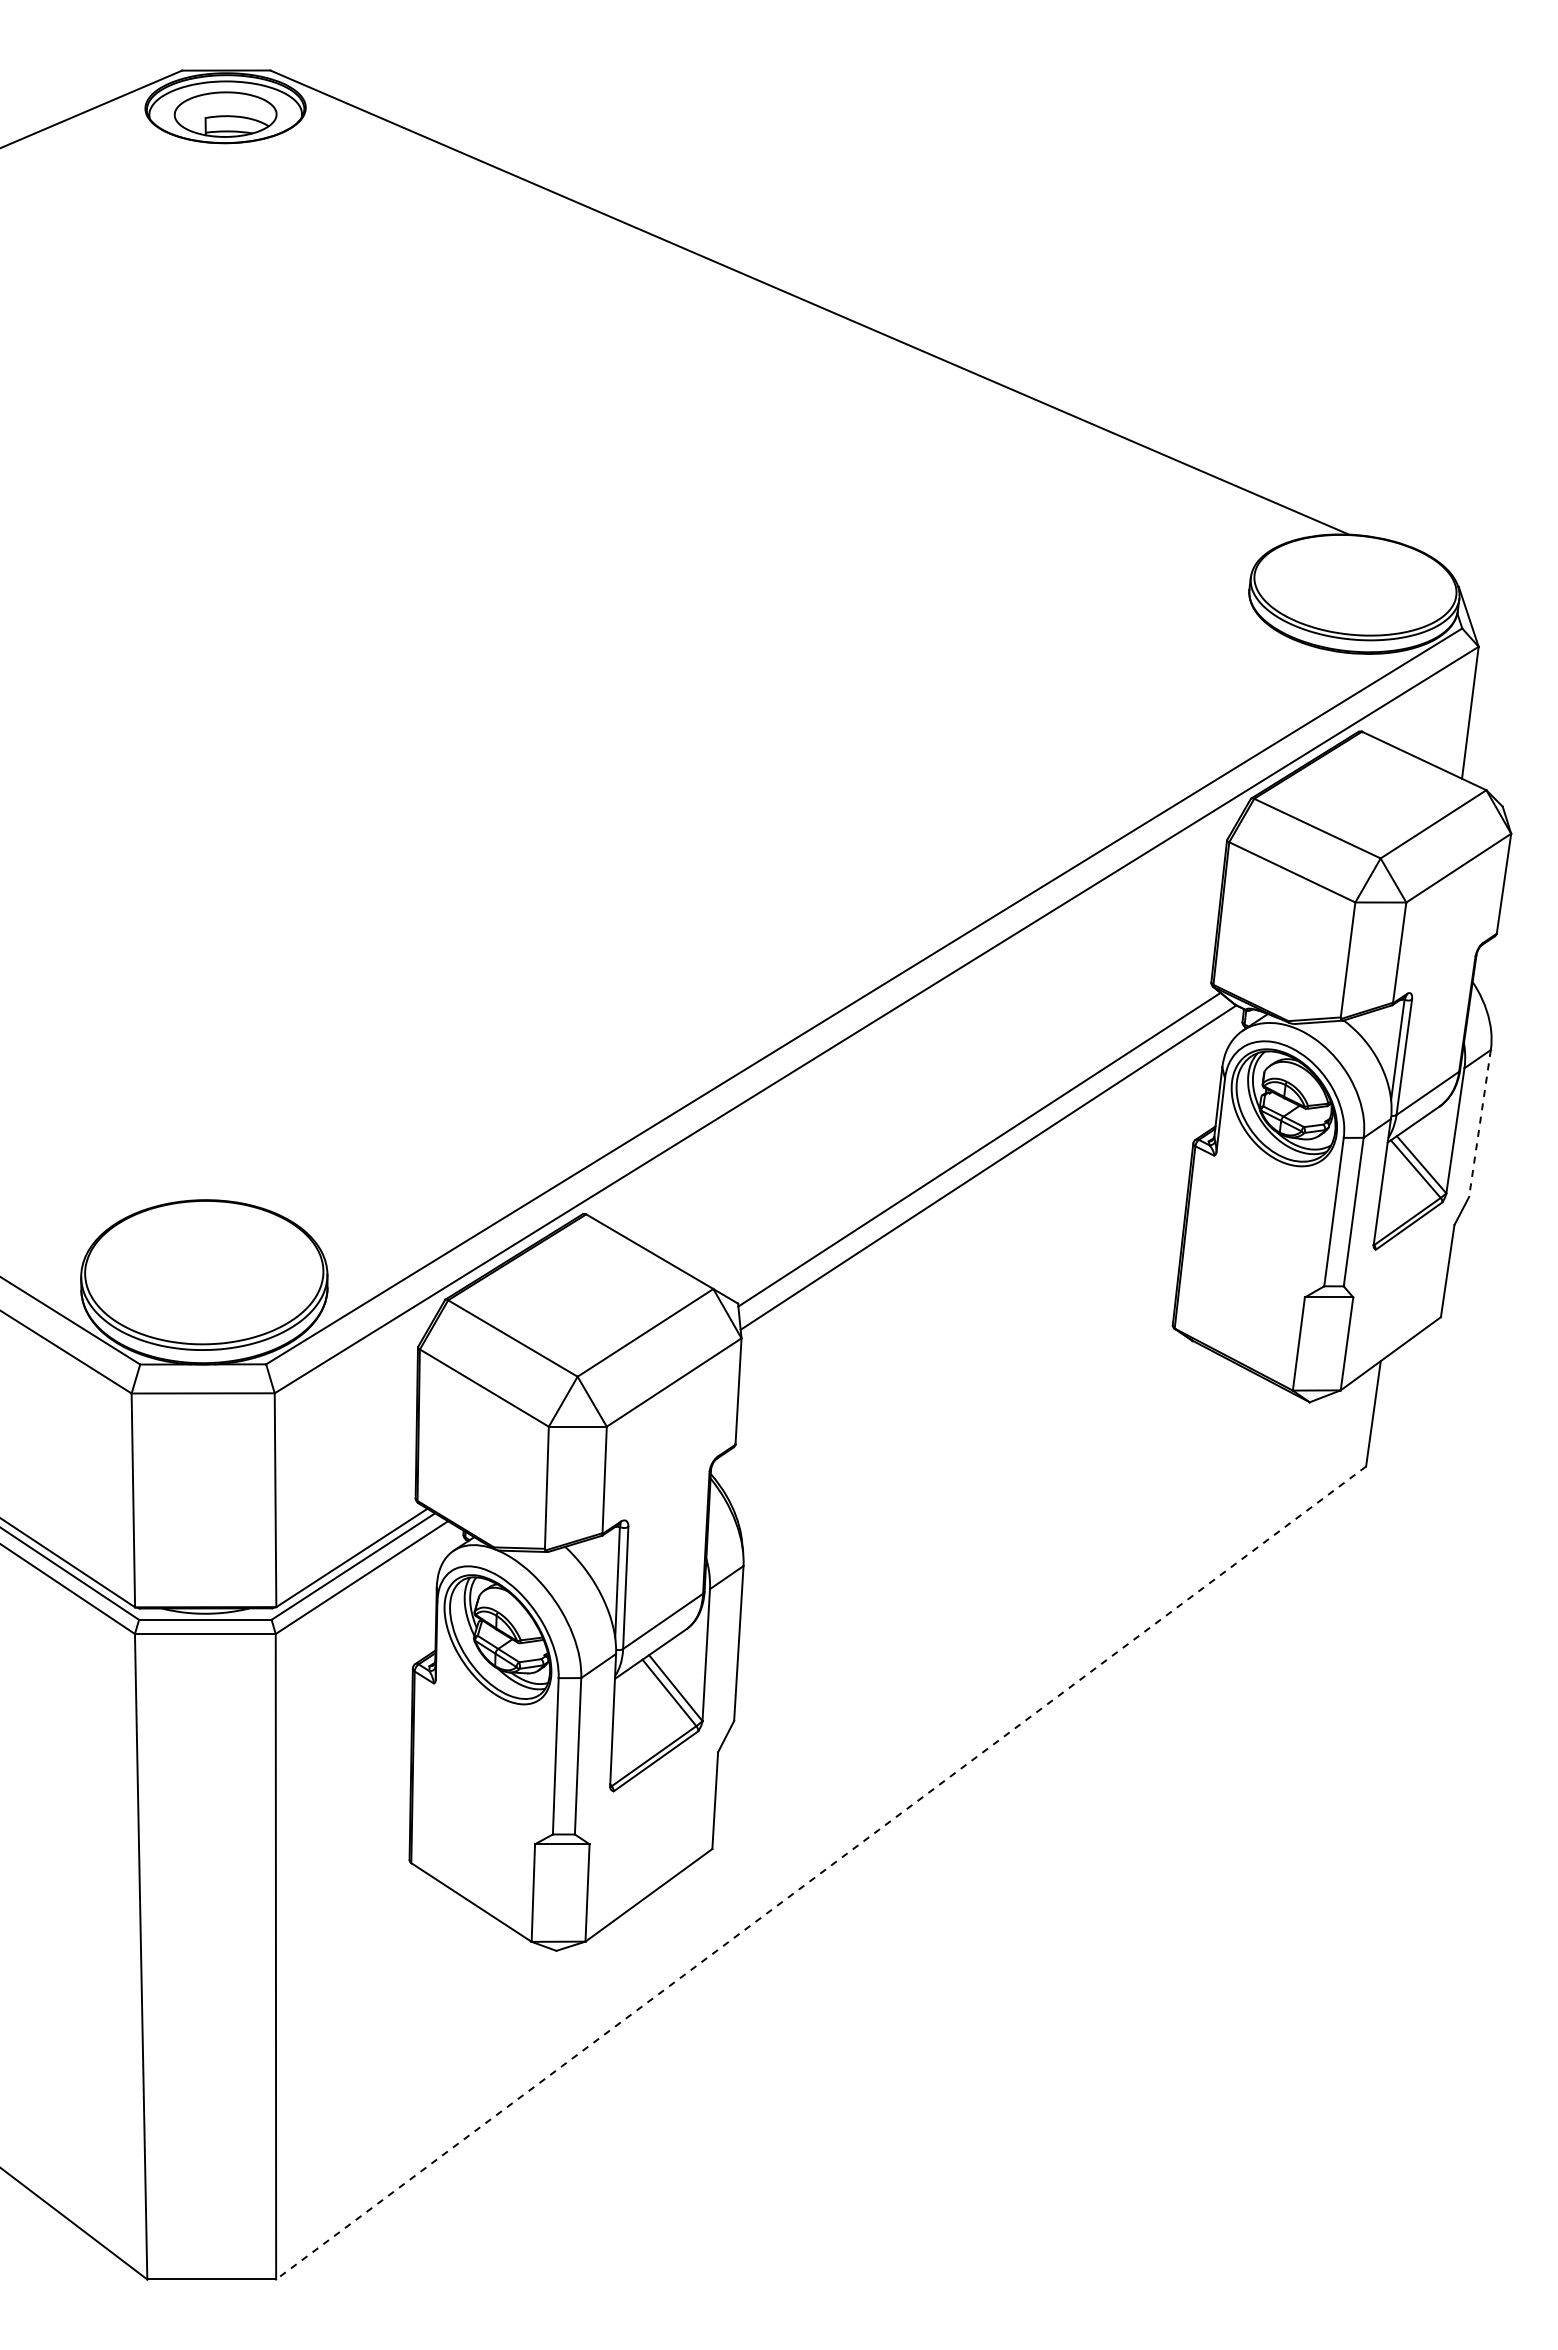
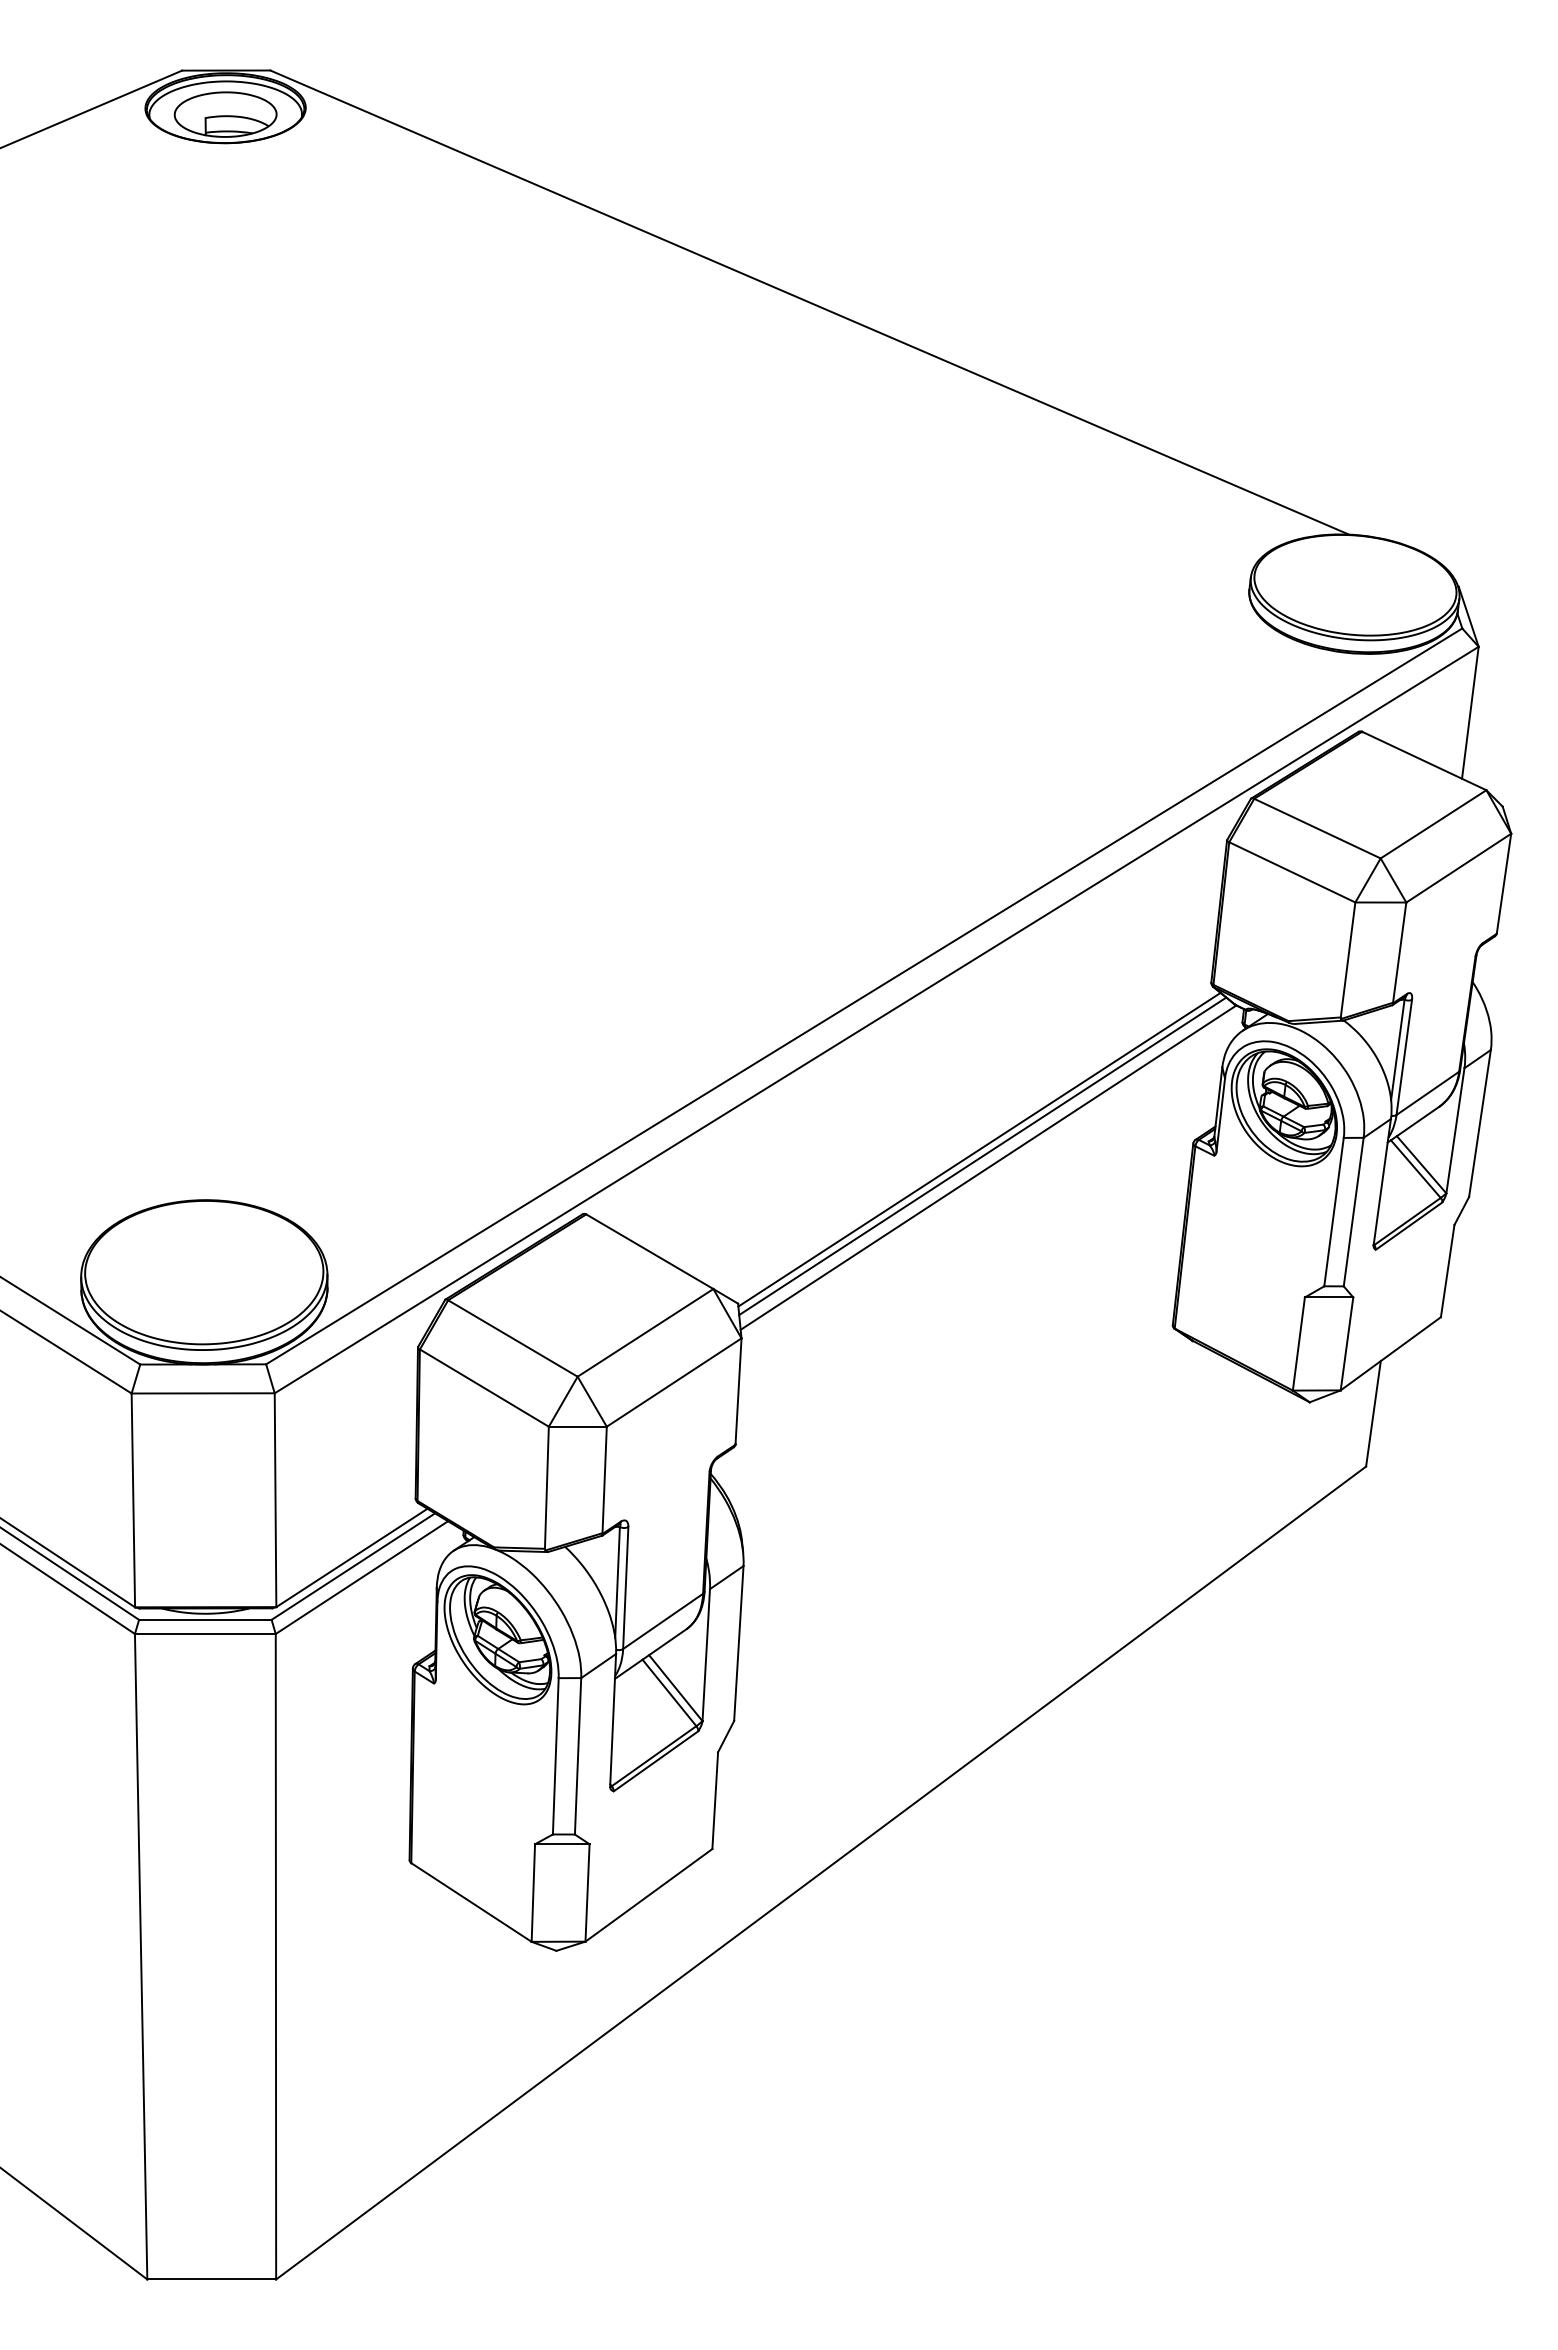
line at (1479, 1124): dashed -> solid
line at (982, 1156): none -> present
line at (821, 1873): dashed -> solid
